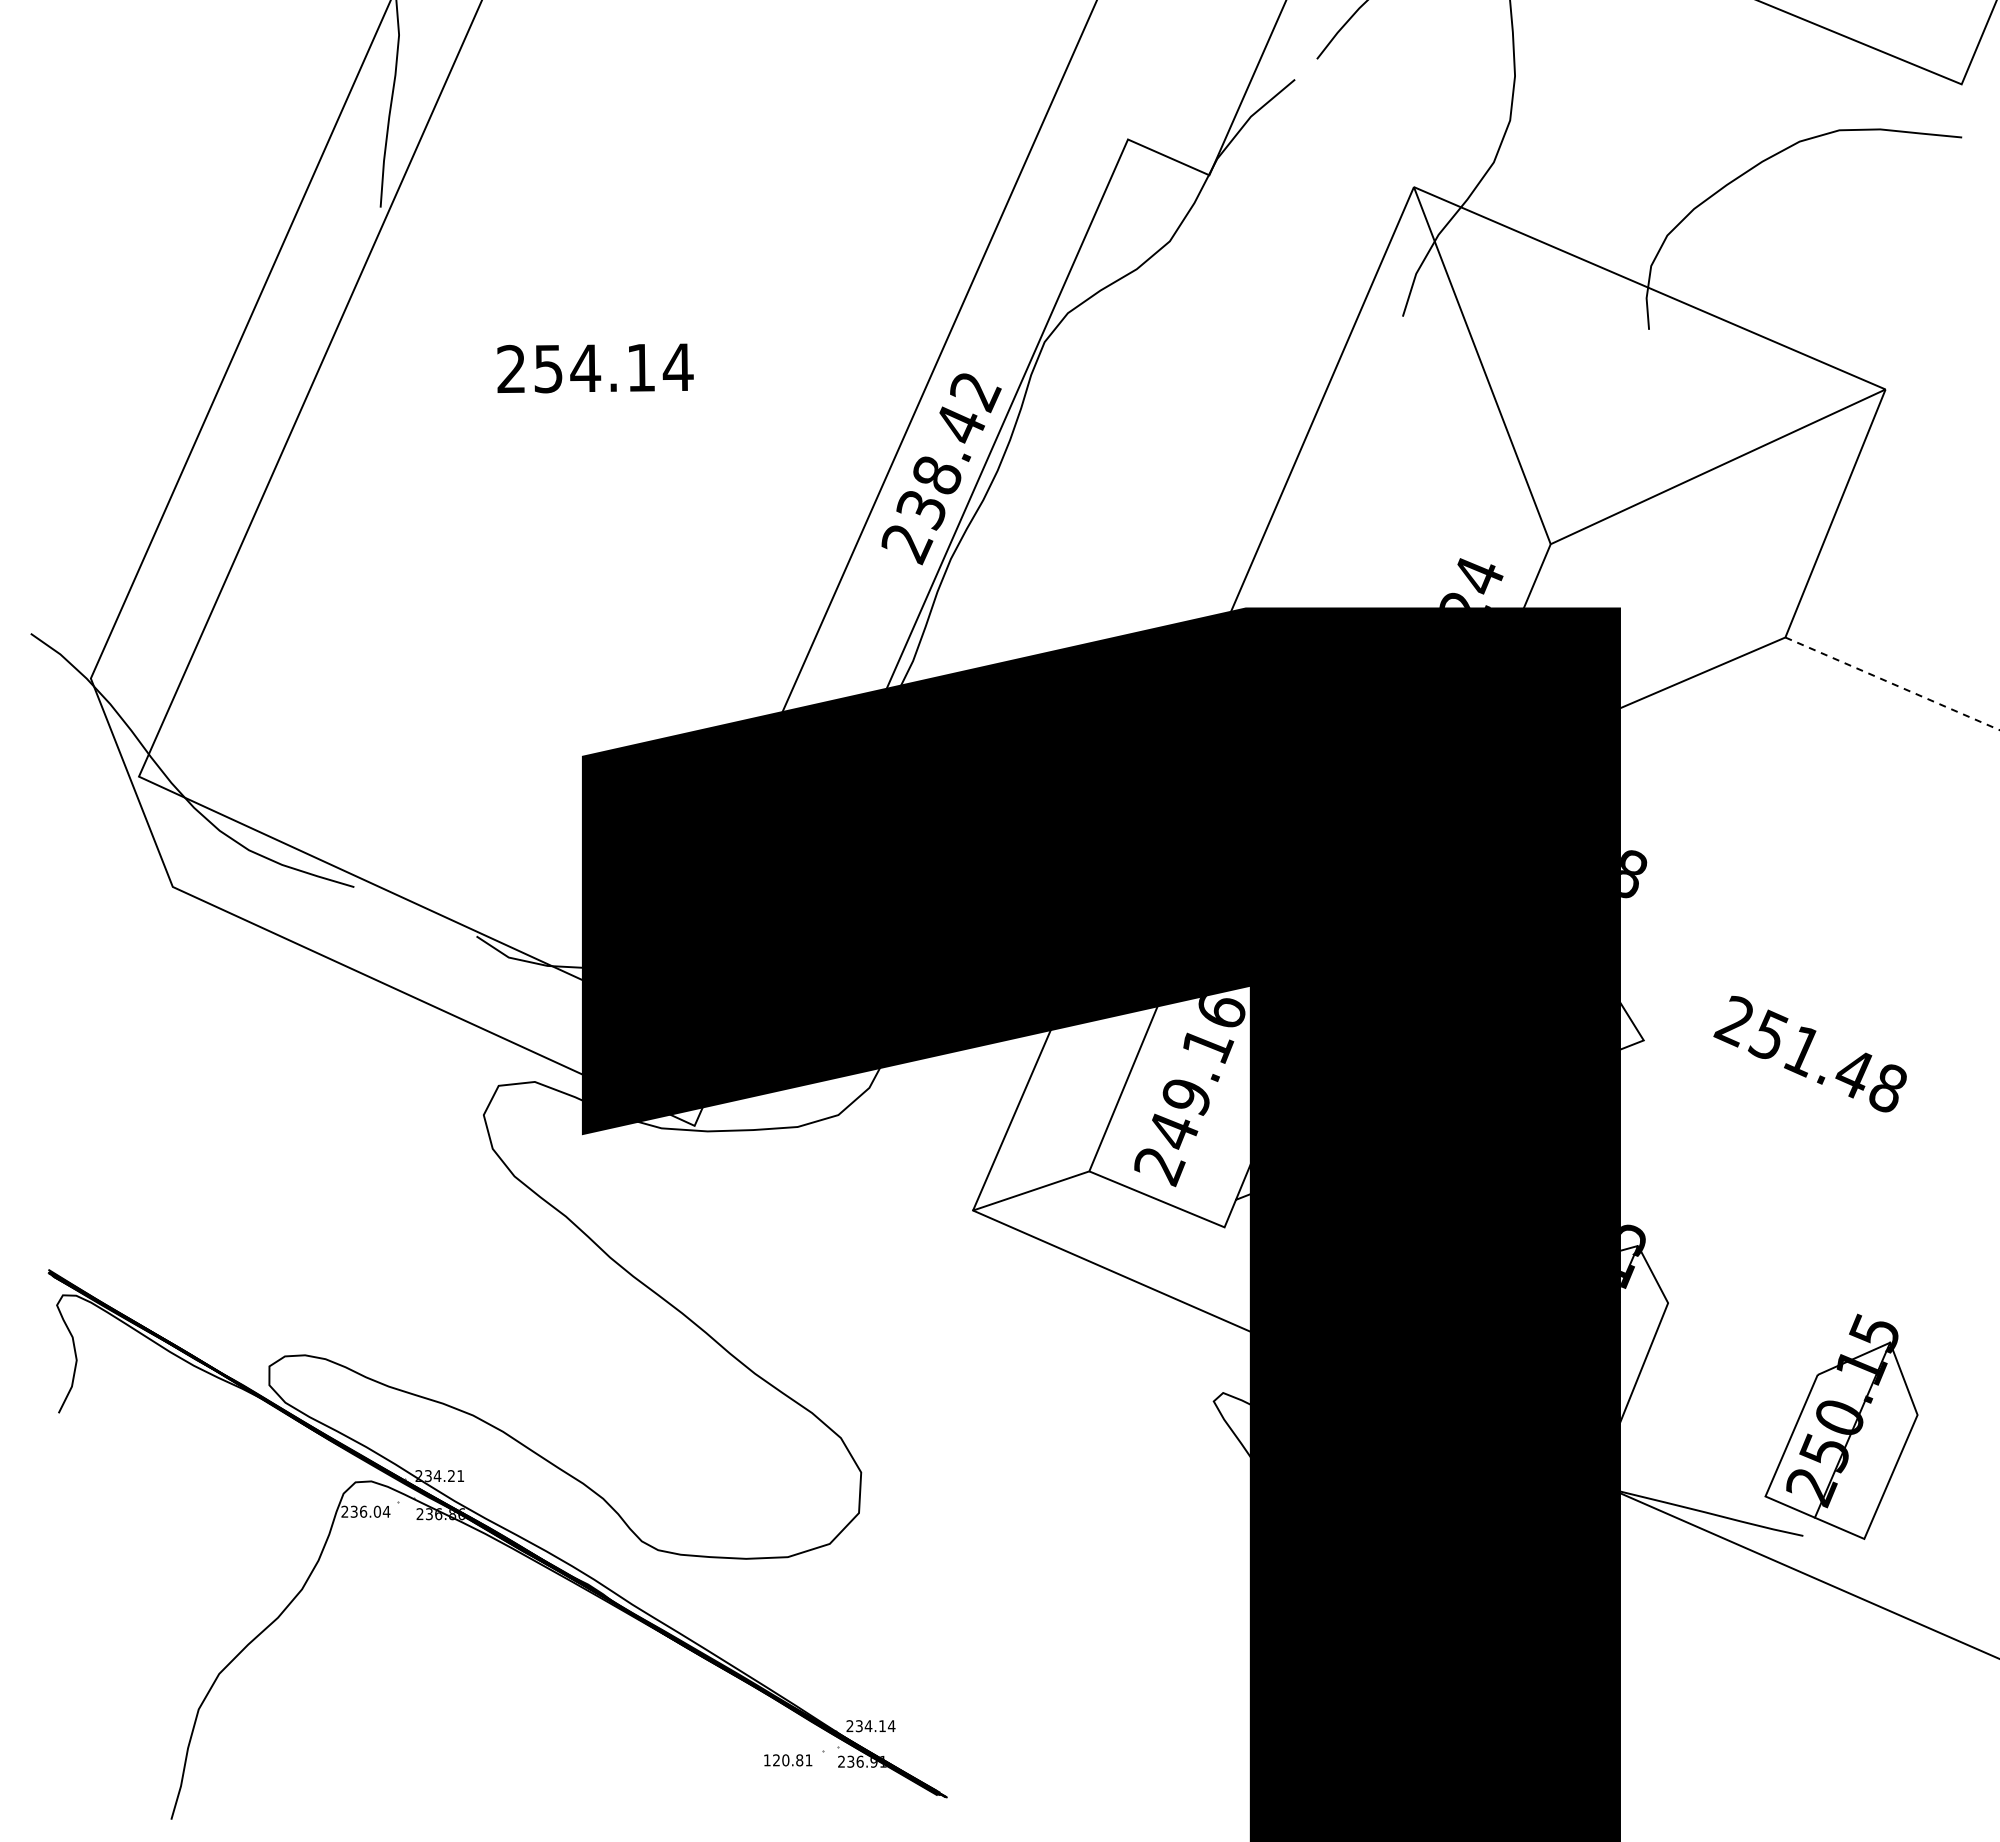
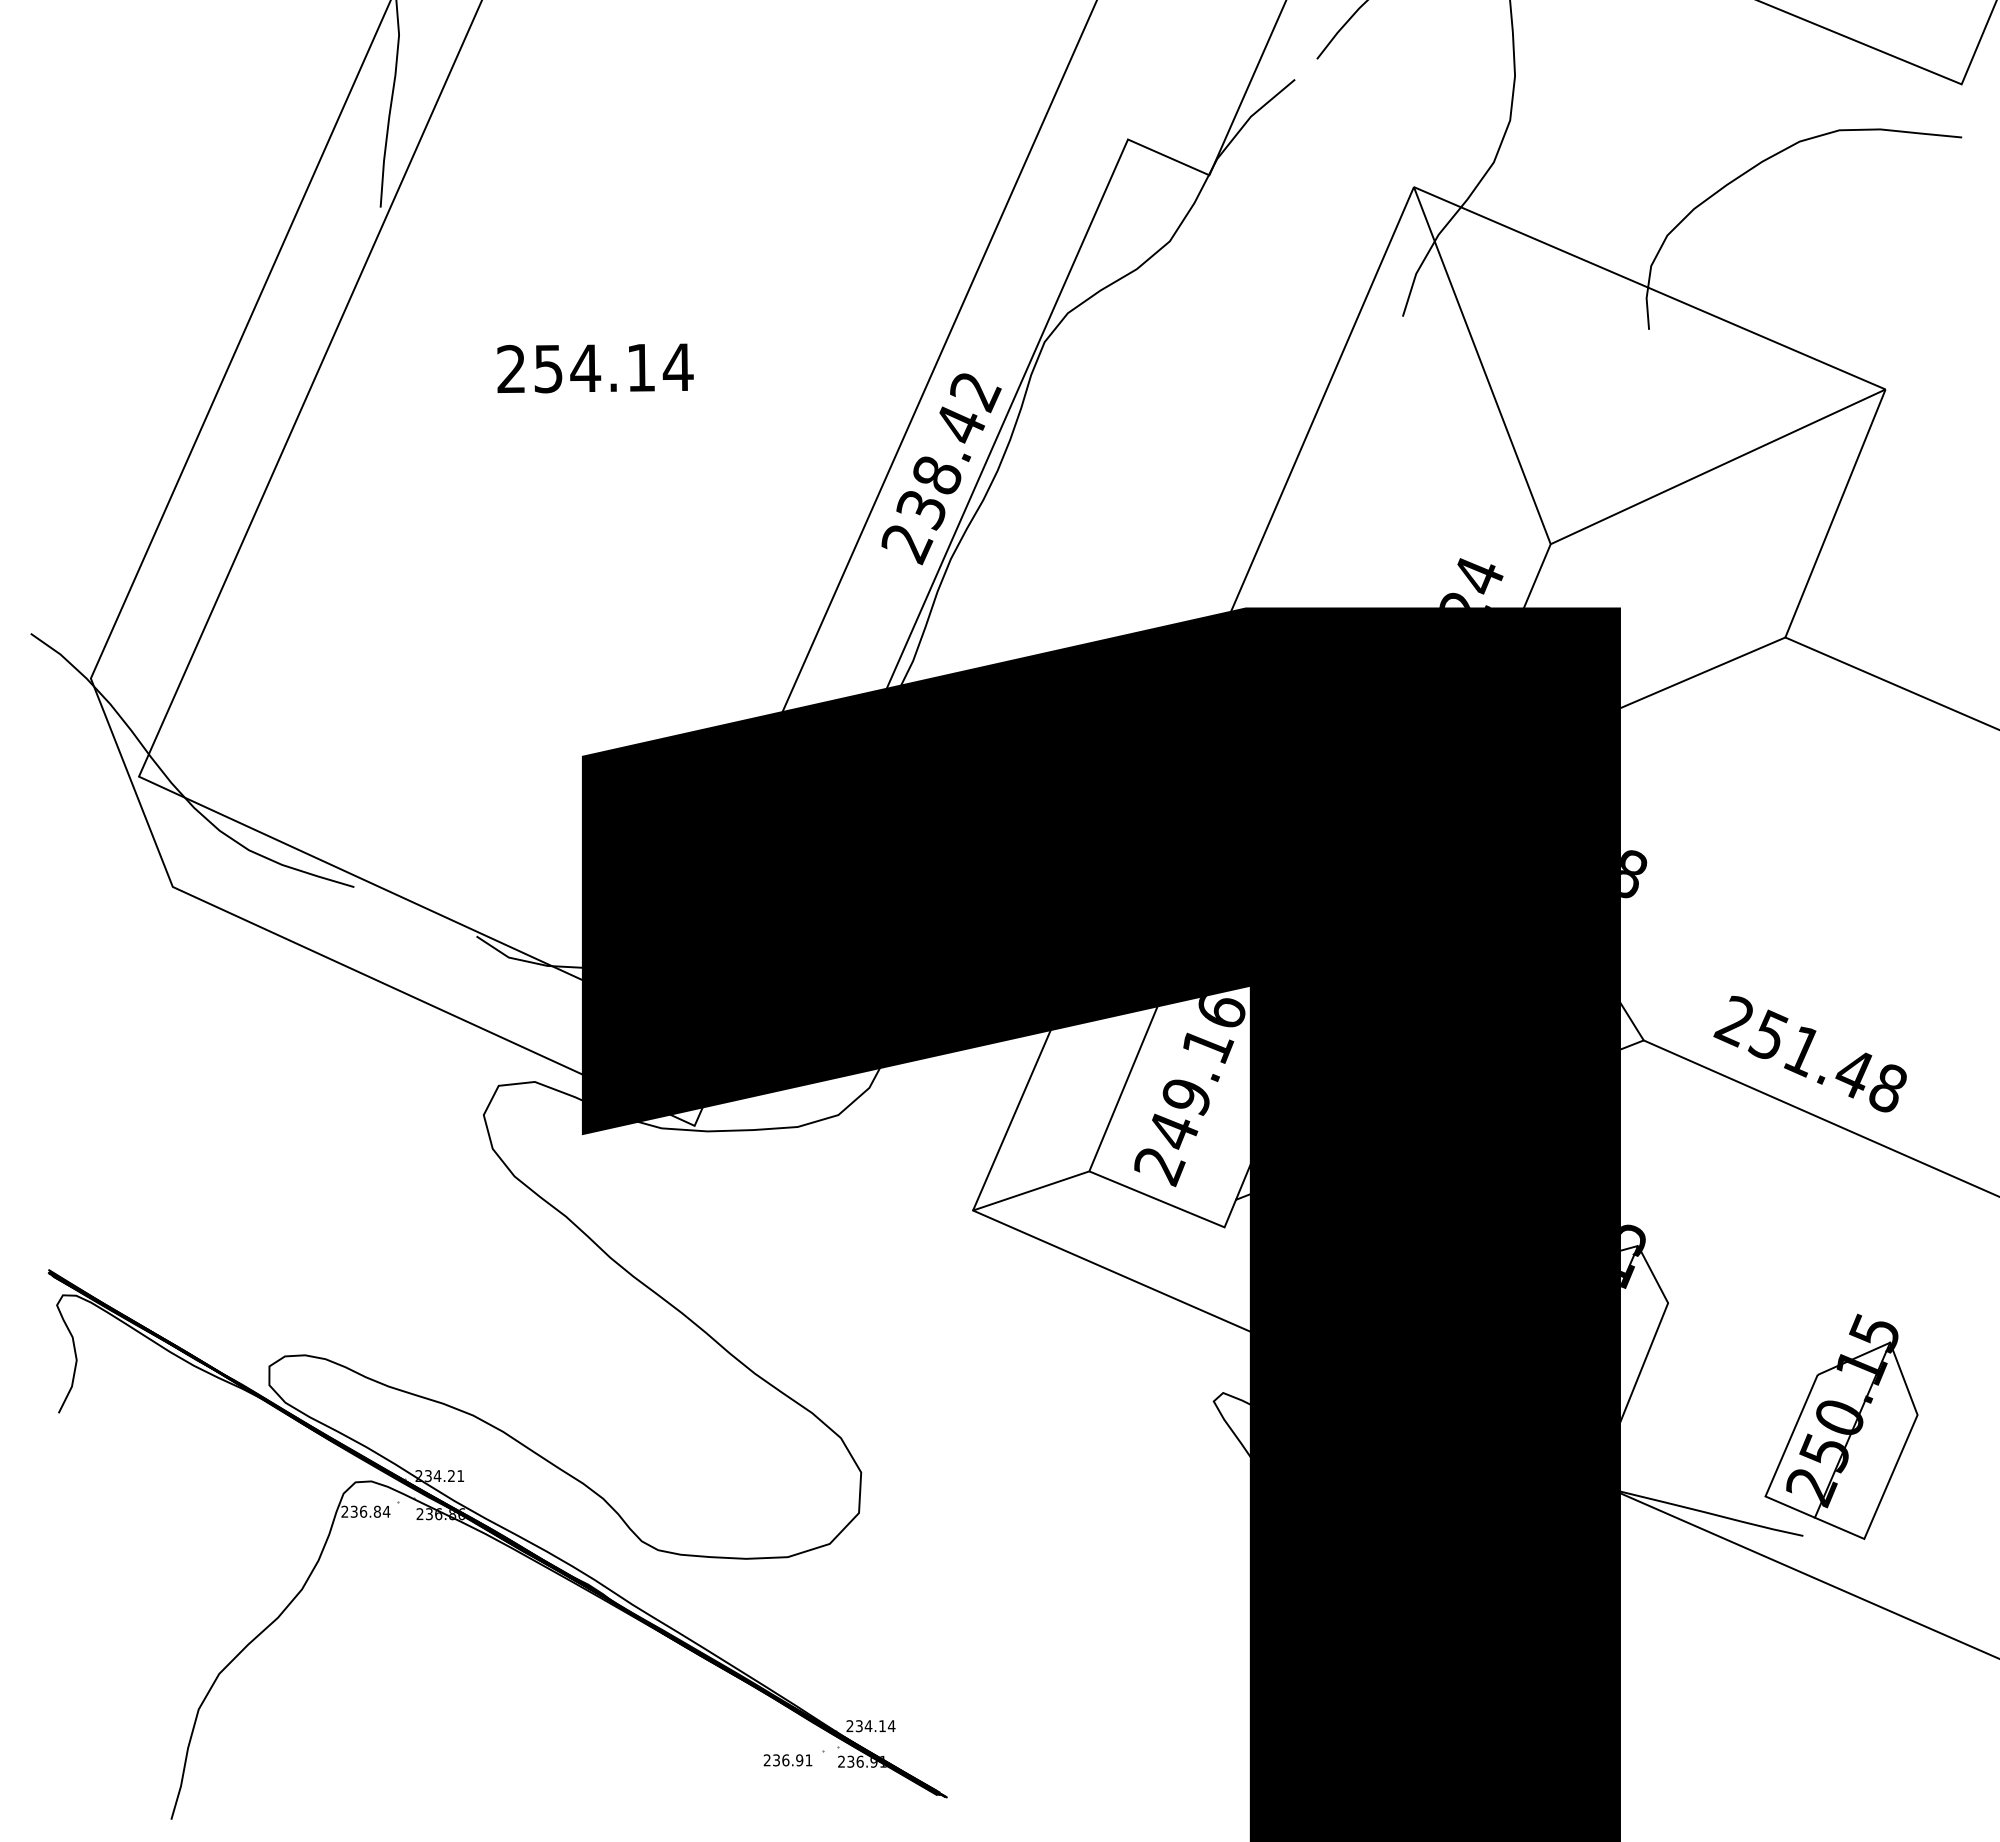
line at (1892, 683): dashed -> solid
line at (1819, 1117): none -> present
text at (377, 1511): 236.04 -> 236.84
text at (783, 1760): 120.81 -> 236.91
